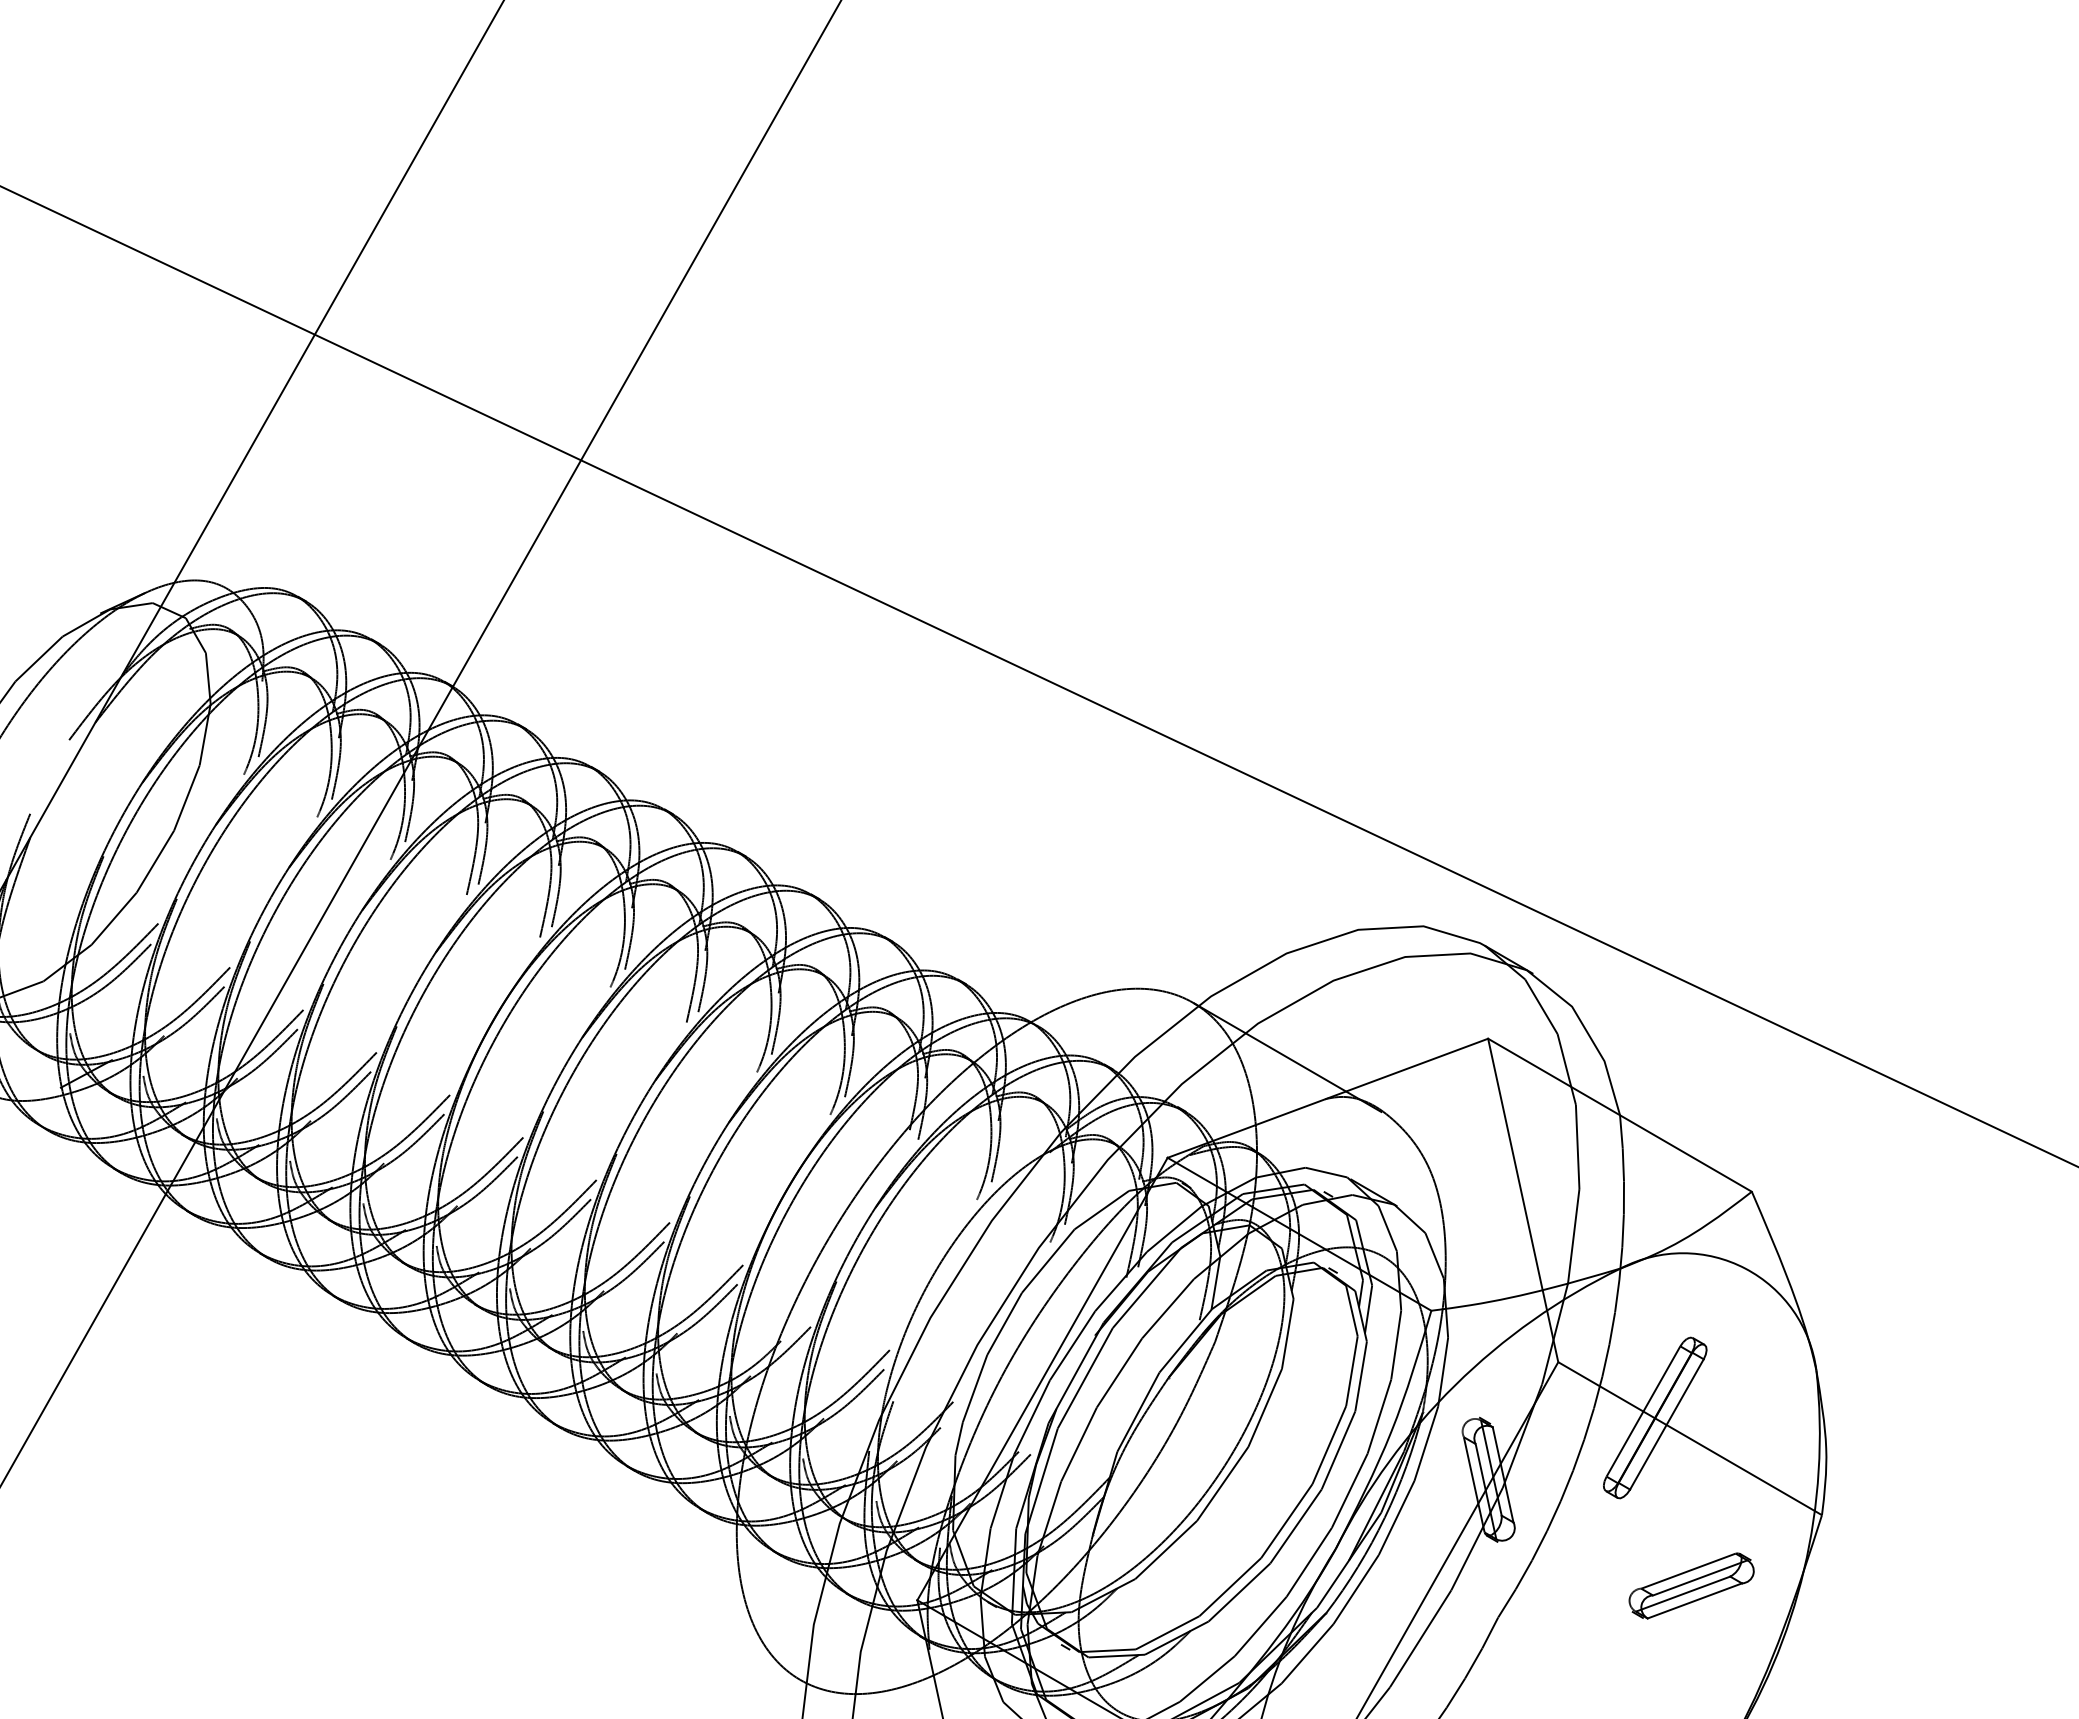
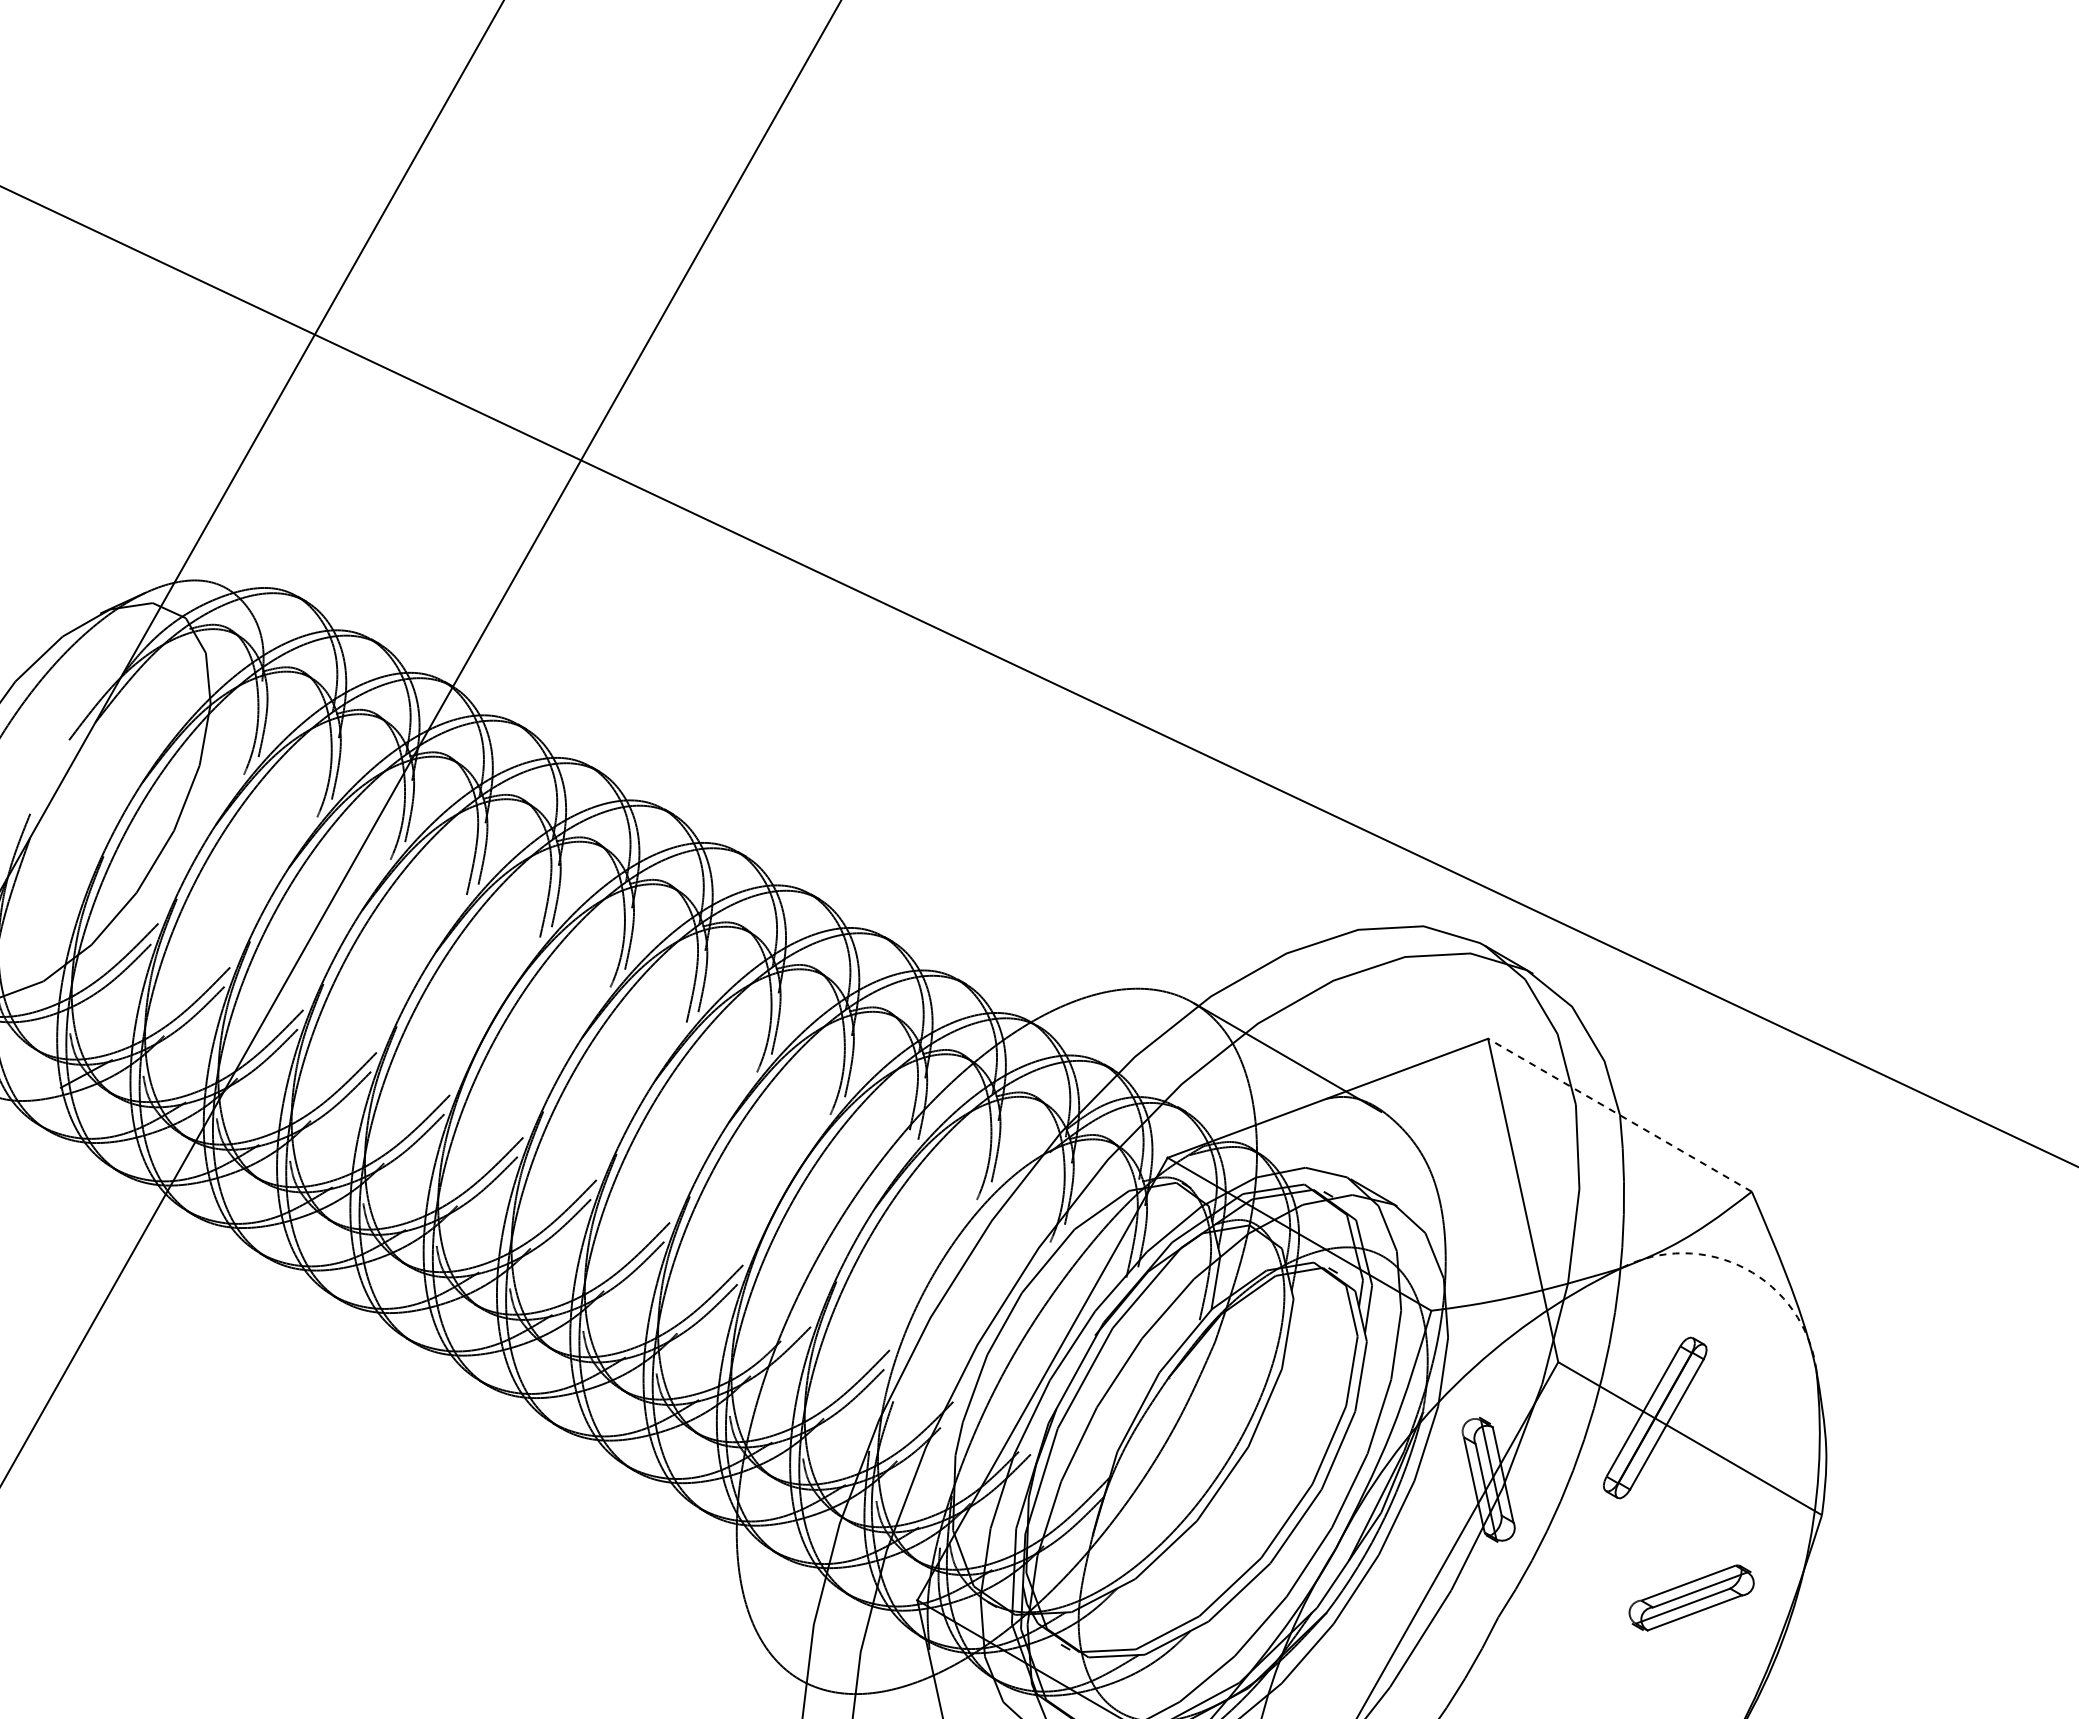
line at (1619, 1114): solid -> dashed
arc at (1745, 1268): solid -> dashed
part at (1691, 1585) position: (1691, 1585) -> (1691, 1597)
